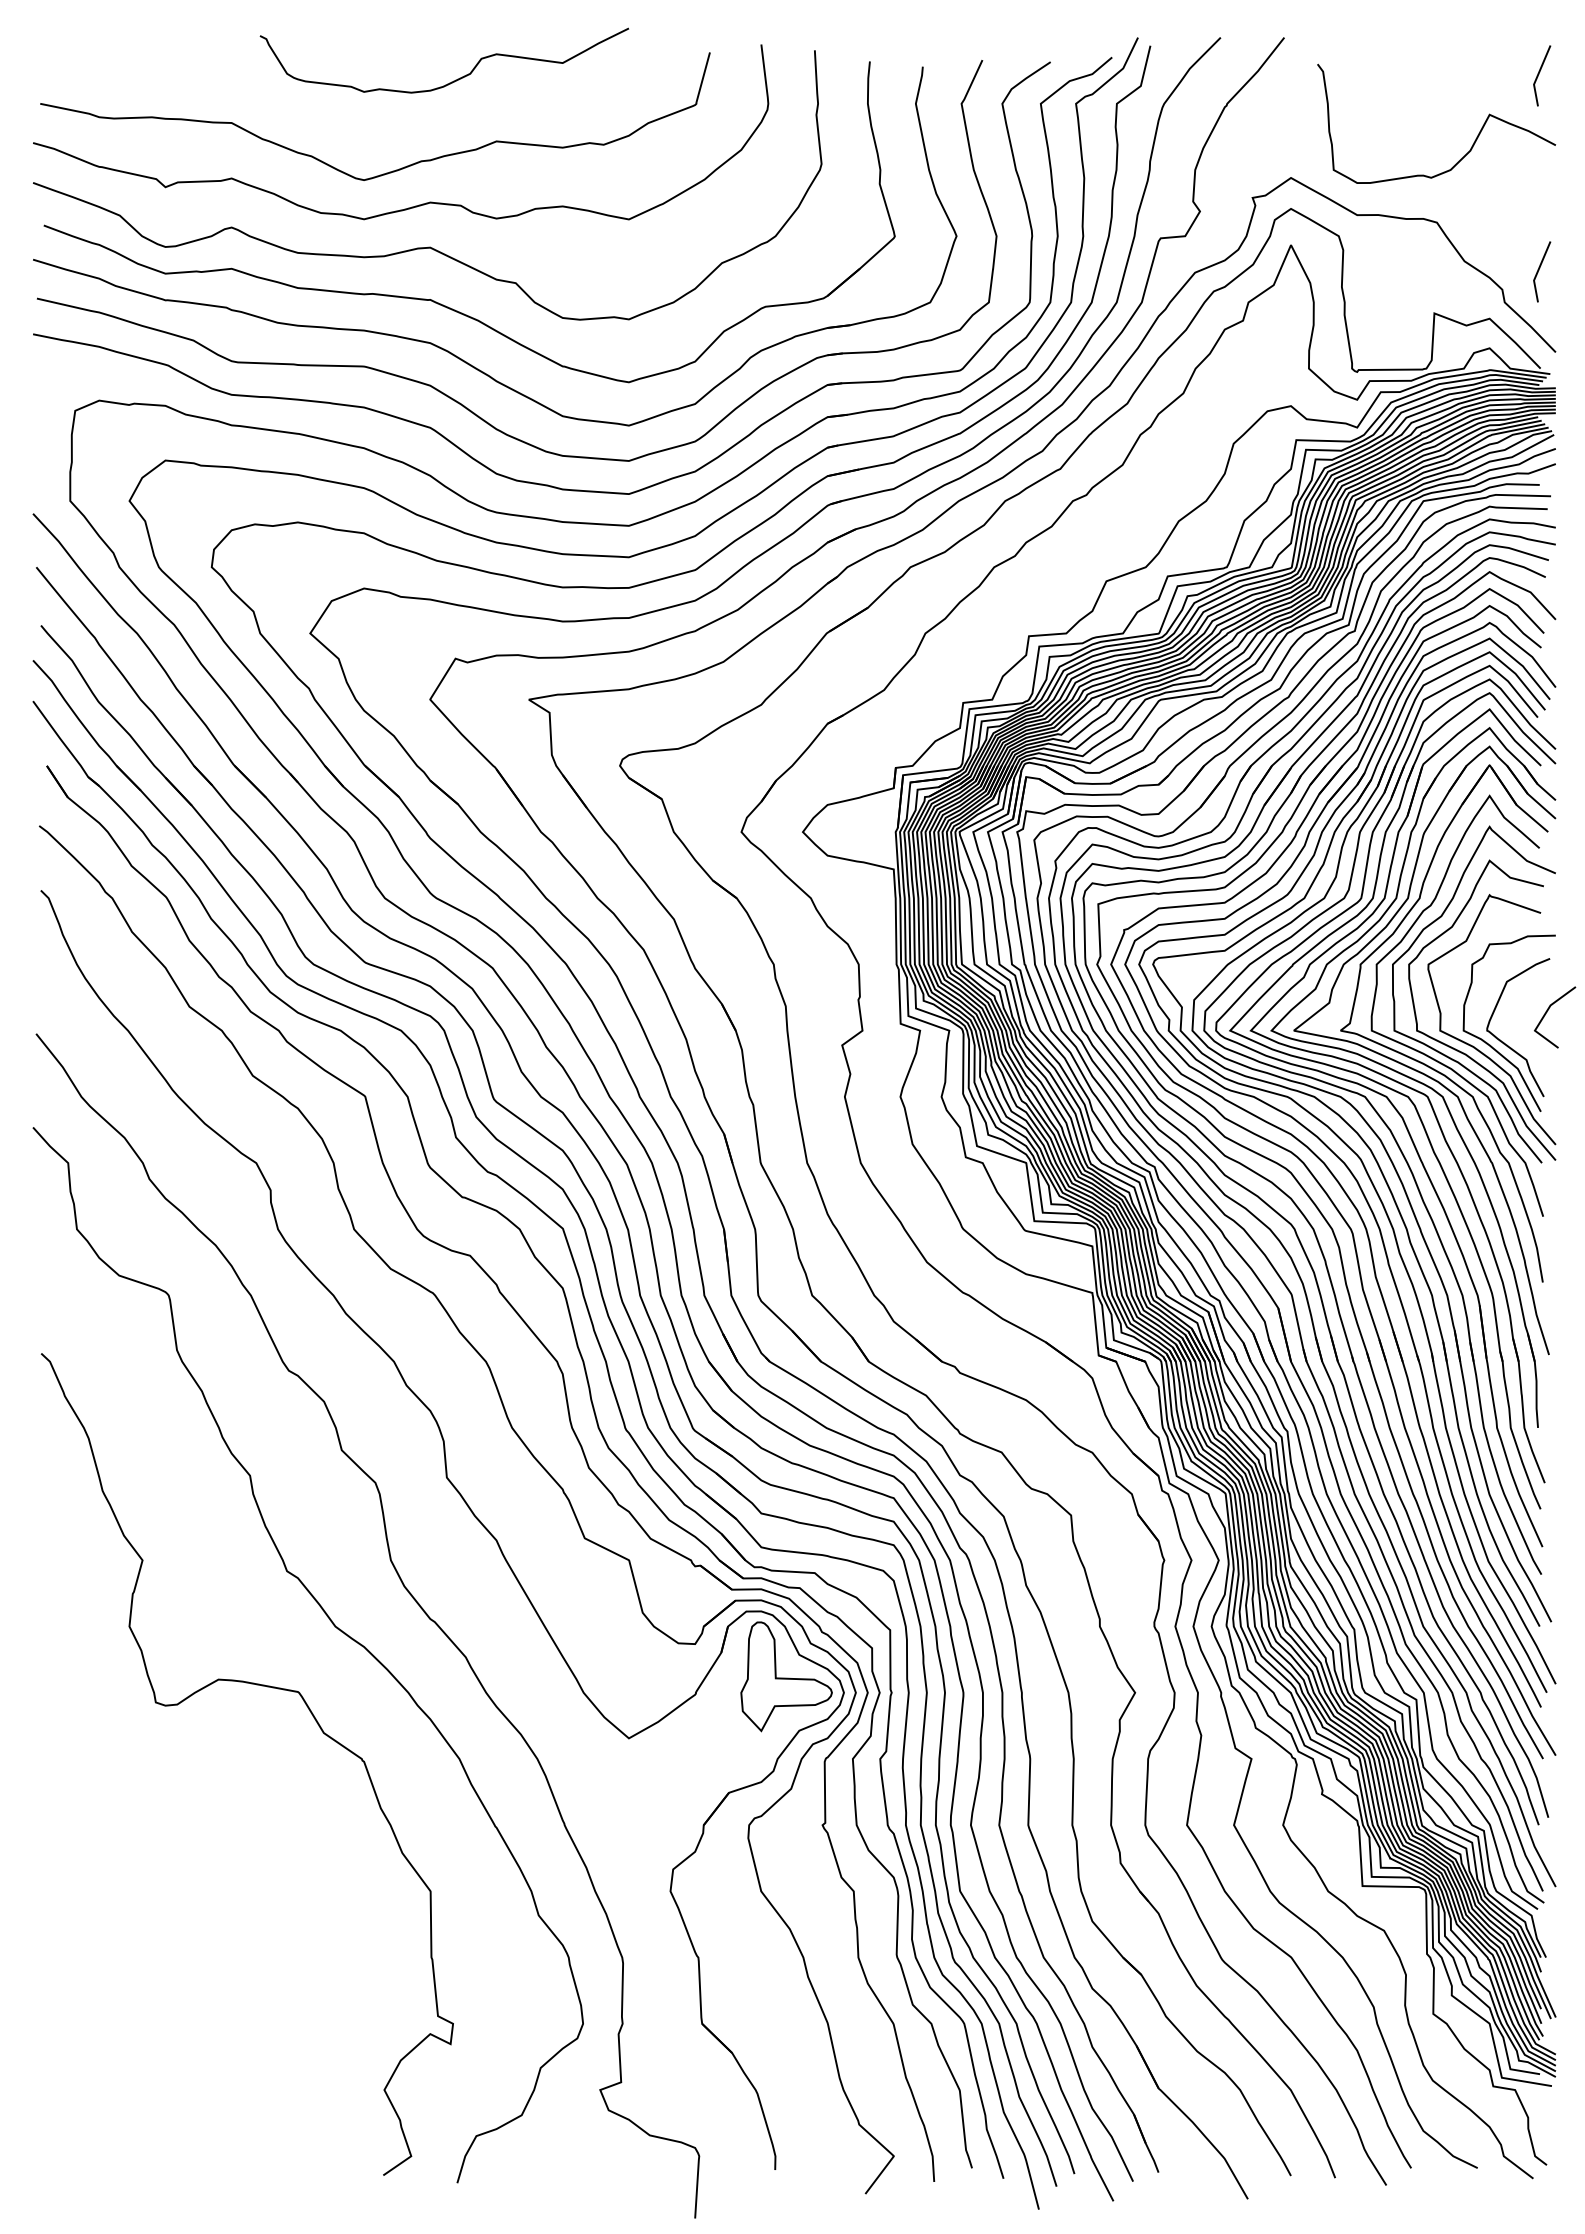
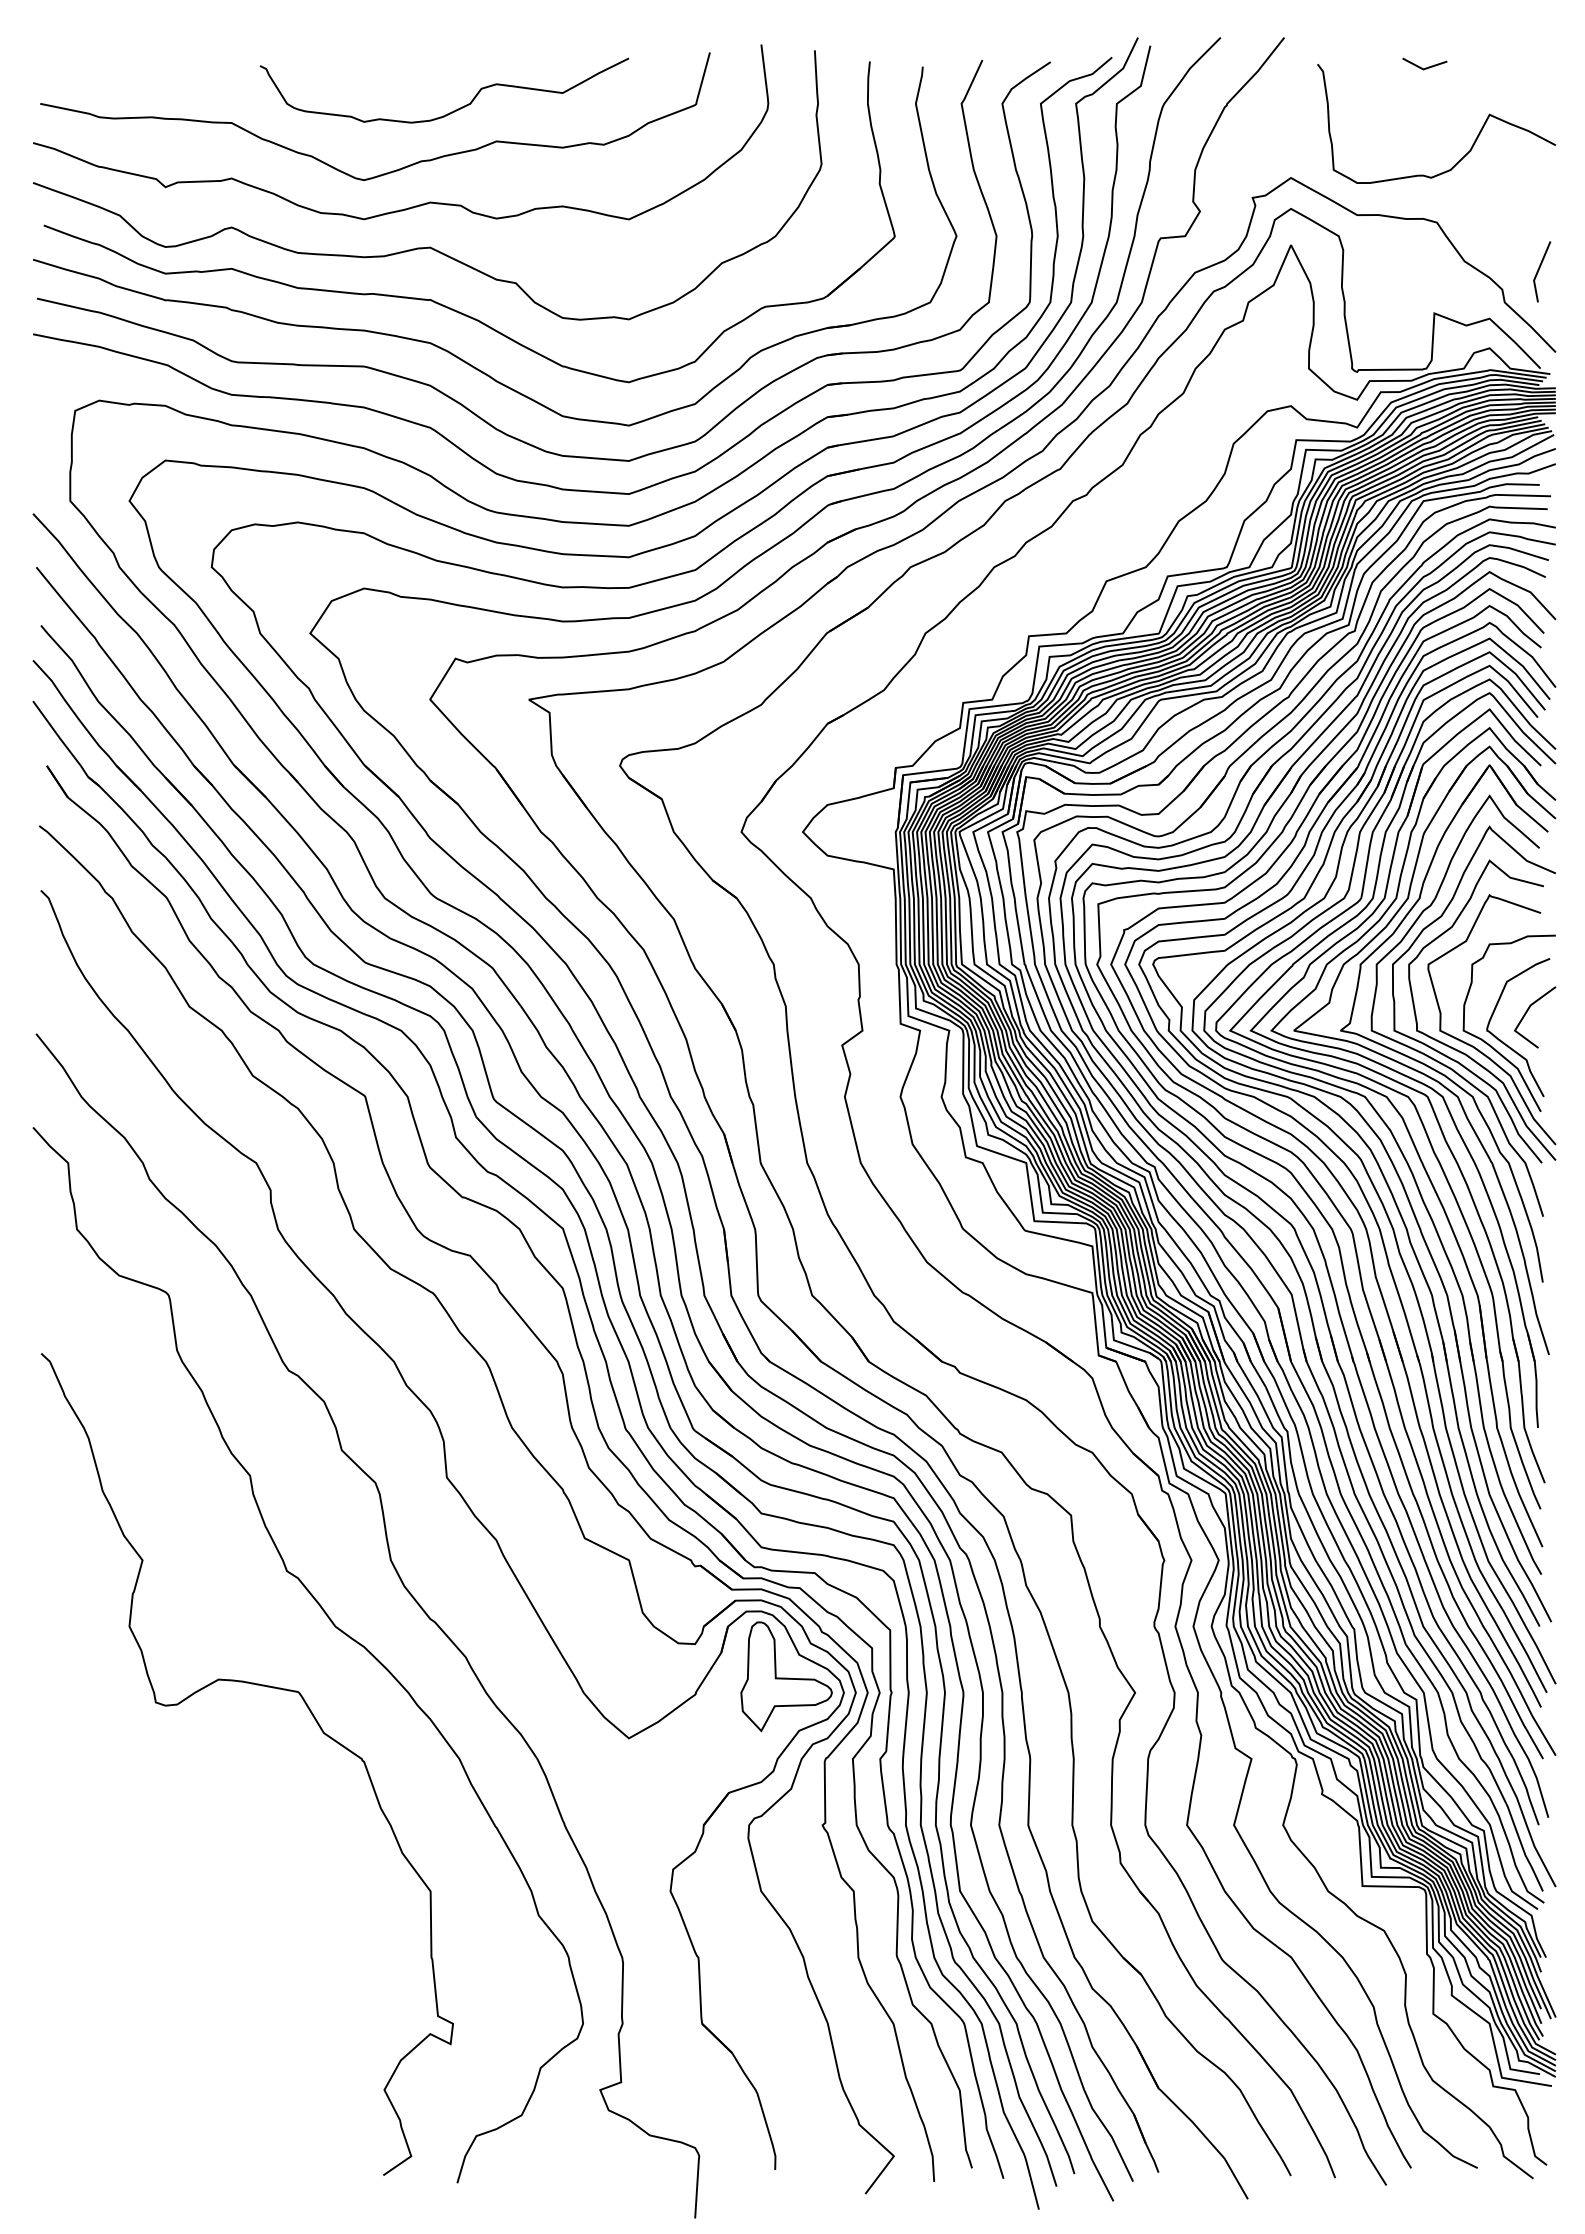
line at (1425, 67): none -> present
line at (1539, 74): present -> none
curve at (453, 80) position: (453, 80) -> (453, 110)
line at (1547, 1012) position: (1547, 1012) -> (1527, 1012)
